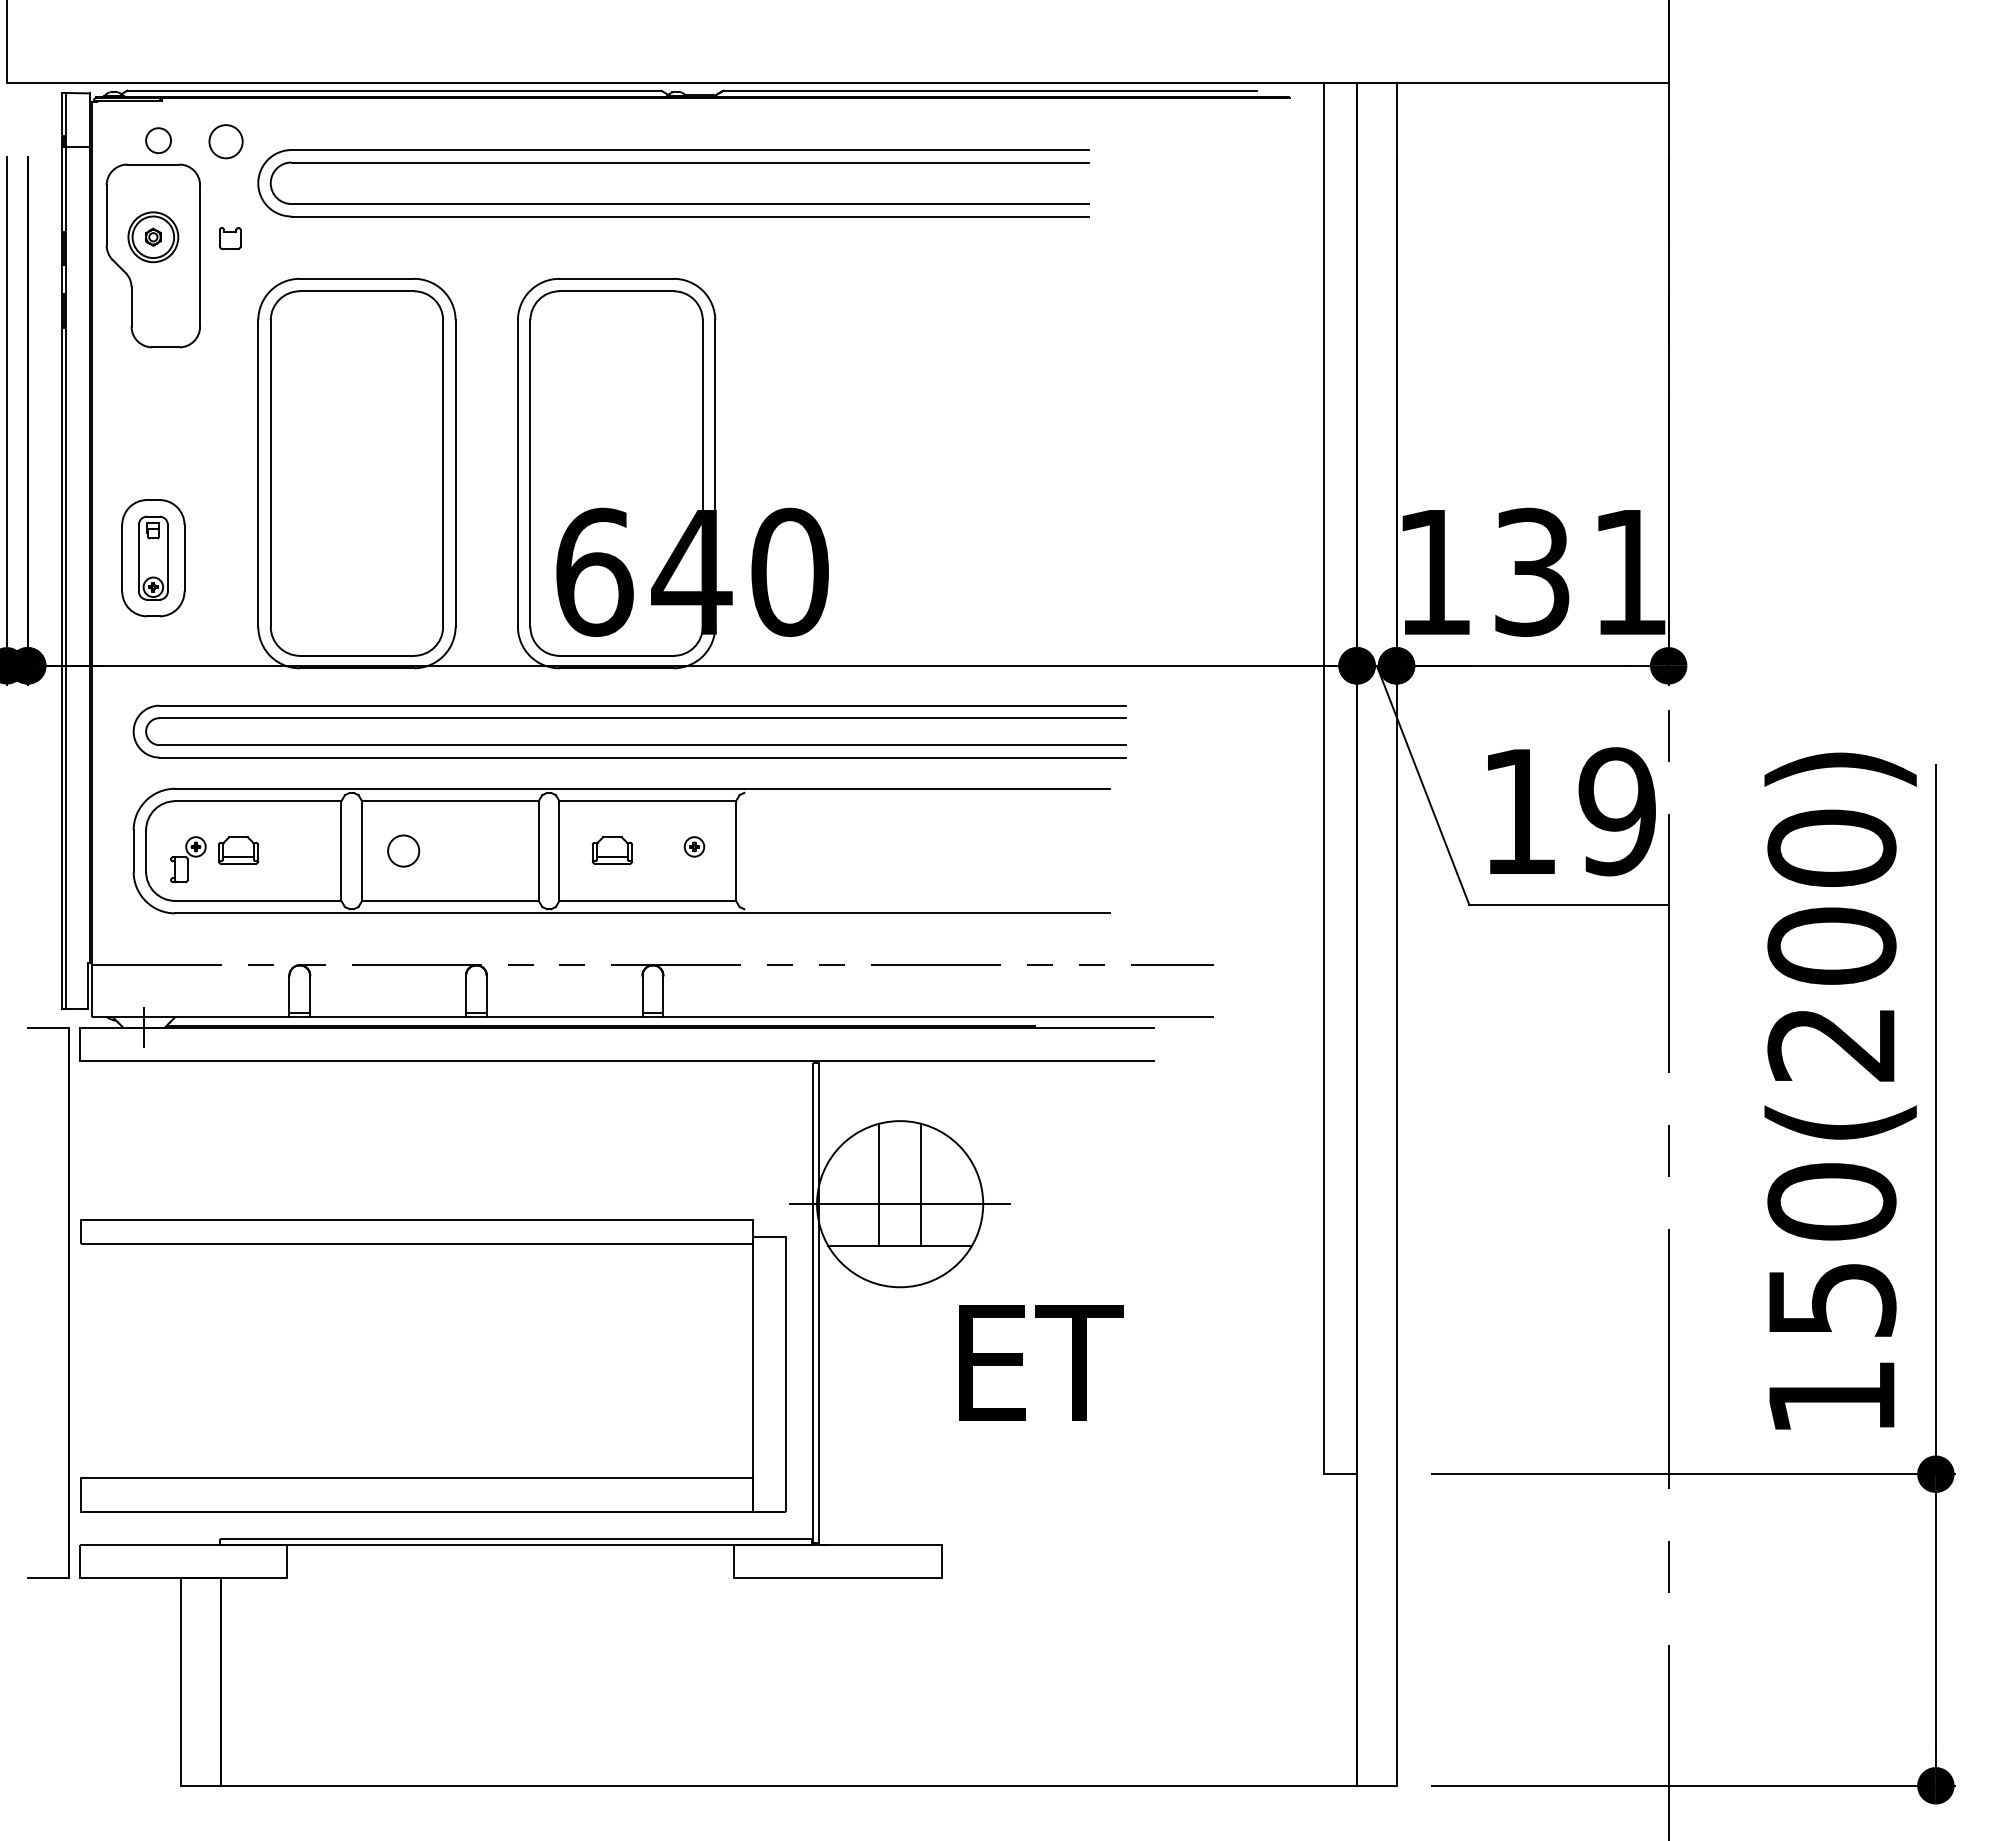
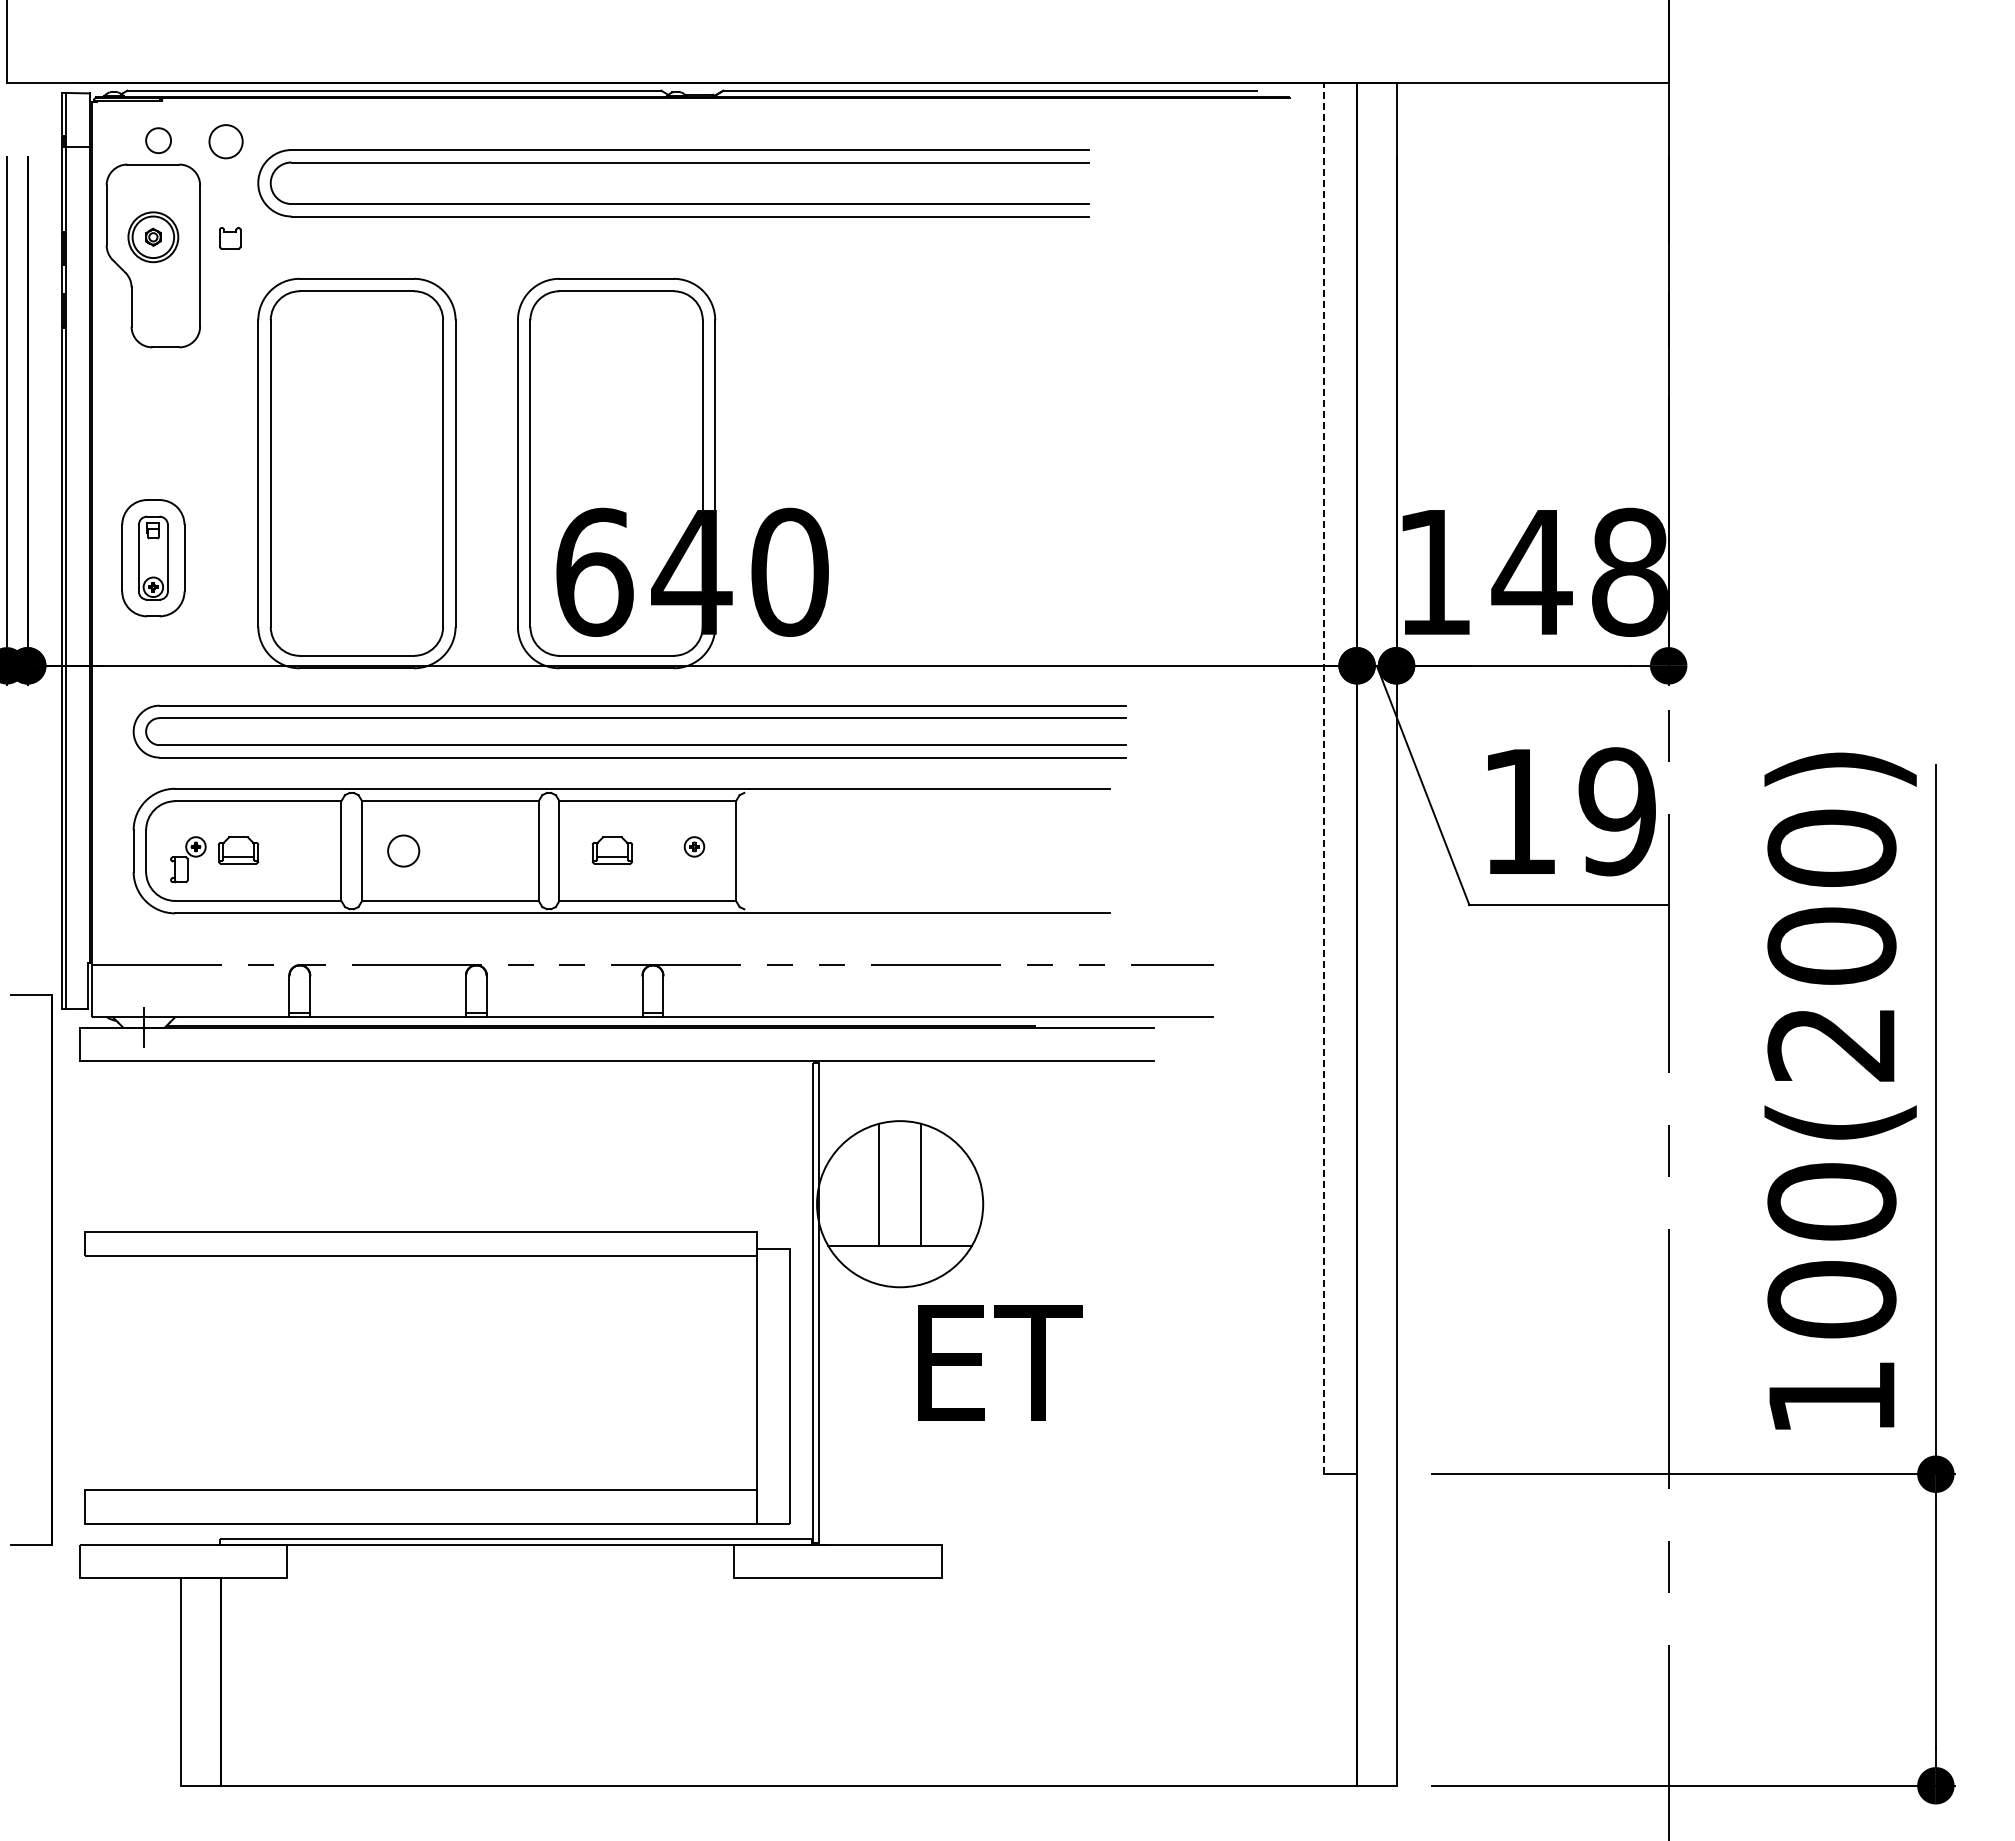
text at (1579, 571): 131 -> 148
line at (1323, 778): solid -> dashed
line at (899, 1204): present -> none
text at (1831, 1299): 150(200) -> 100(200)
part at (68, 1302) position: (68, 1302) -> (51, 1269)
text at (1041, 1362) position: (1041, 1362) -> (1000, 1362)
part at (433, 1477) position: (433, 1477) -> (437, 1489)
